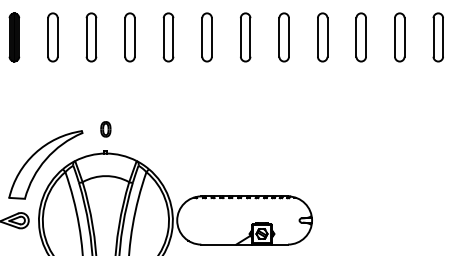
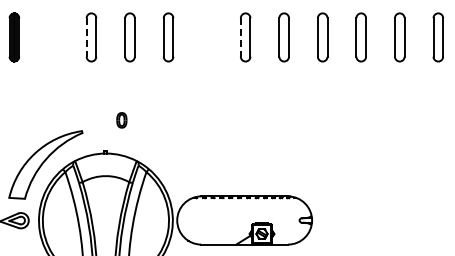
part at (52, 37): present -> none
line at (86, 37): solid -> dashed
part at (206, 37): present -> none
line at (240, 37): solid -> dashed
part at (105, 129) position: (105, 129) -> (121, 120)
